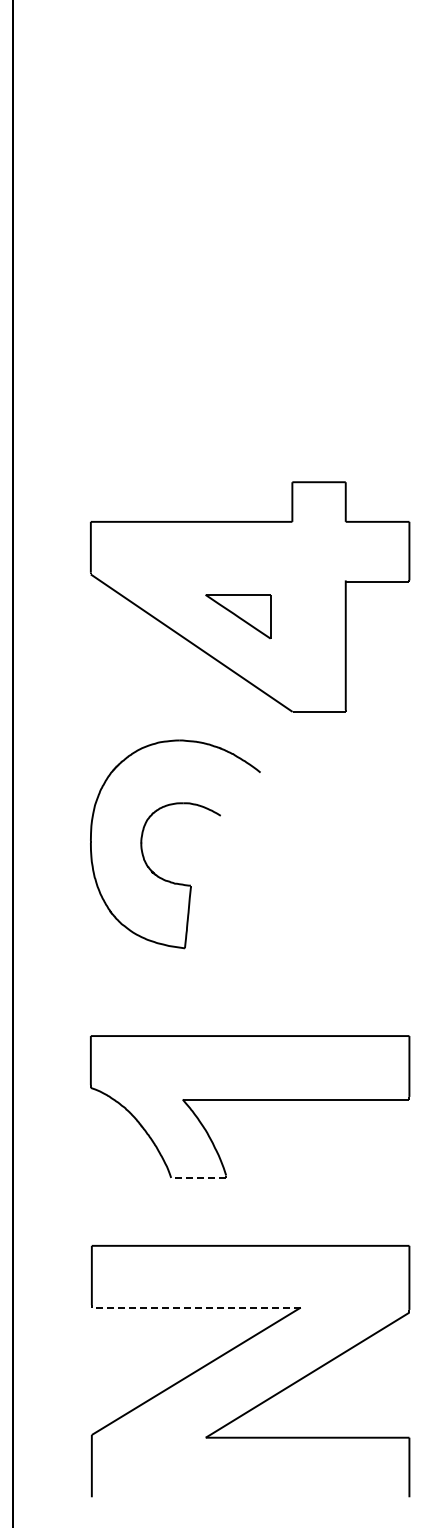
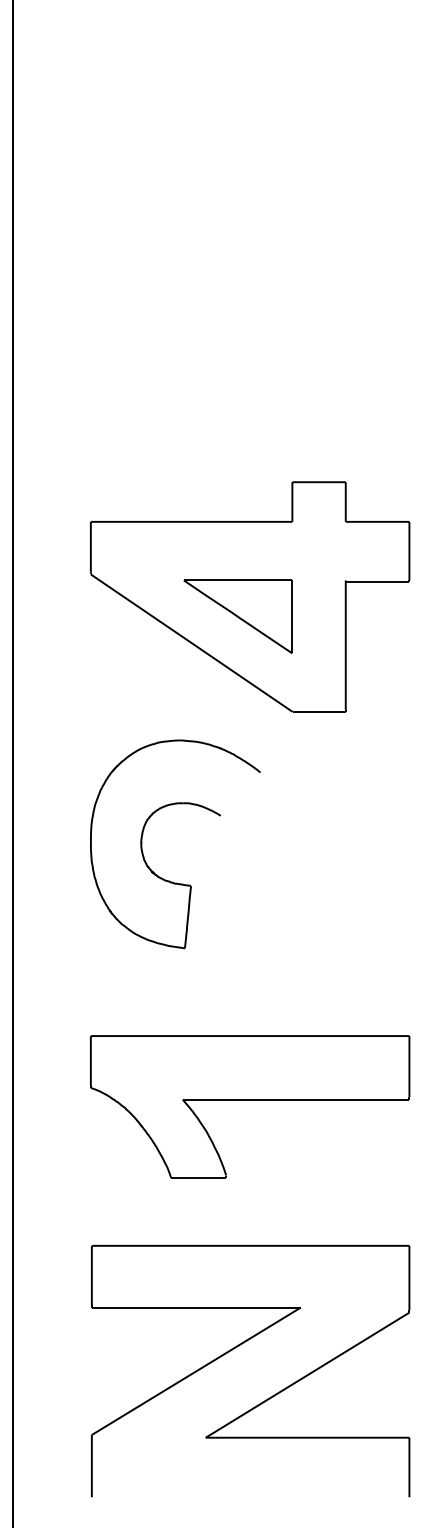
part at (238, 616) size: 67x45 px -> 110x75 px
line at (198, 1177): dashed -> solid
line at (195, 1307): dashed -> solid
